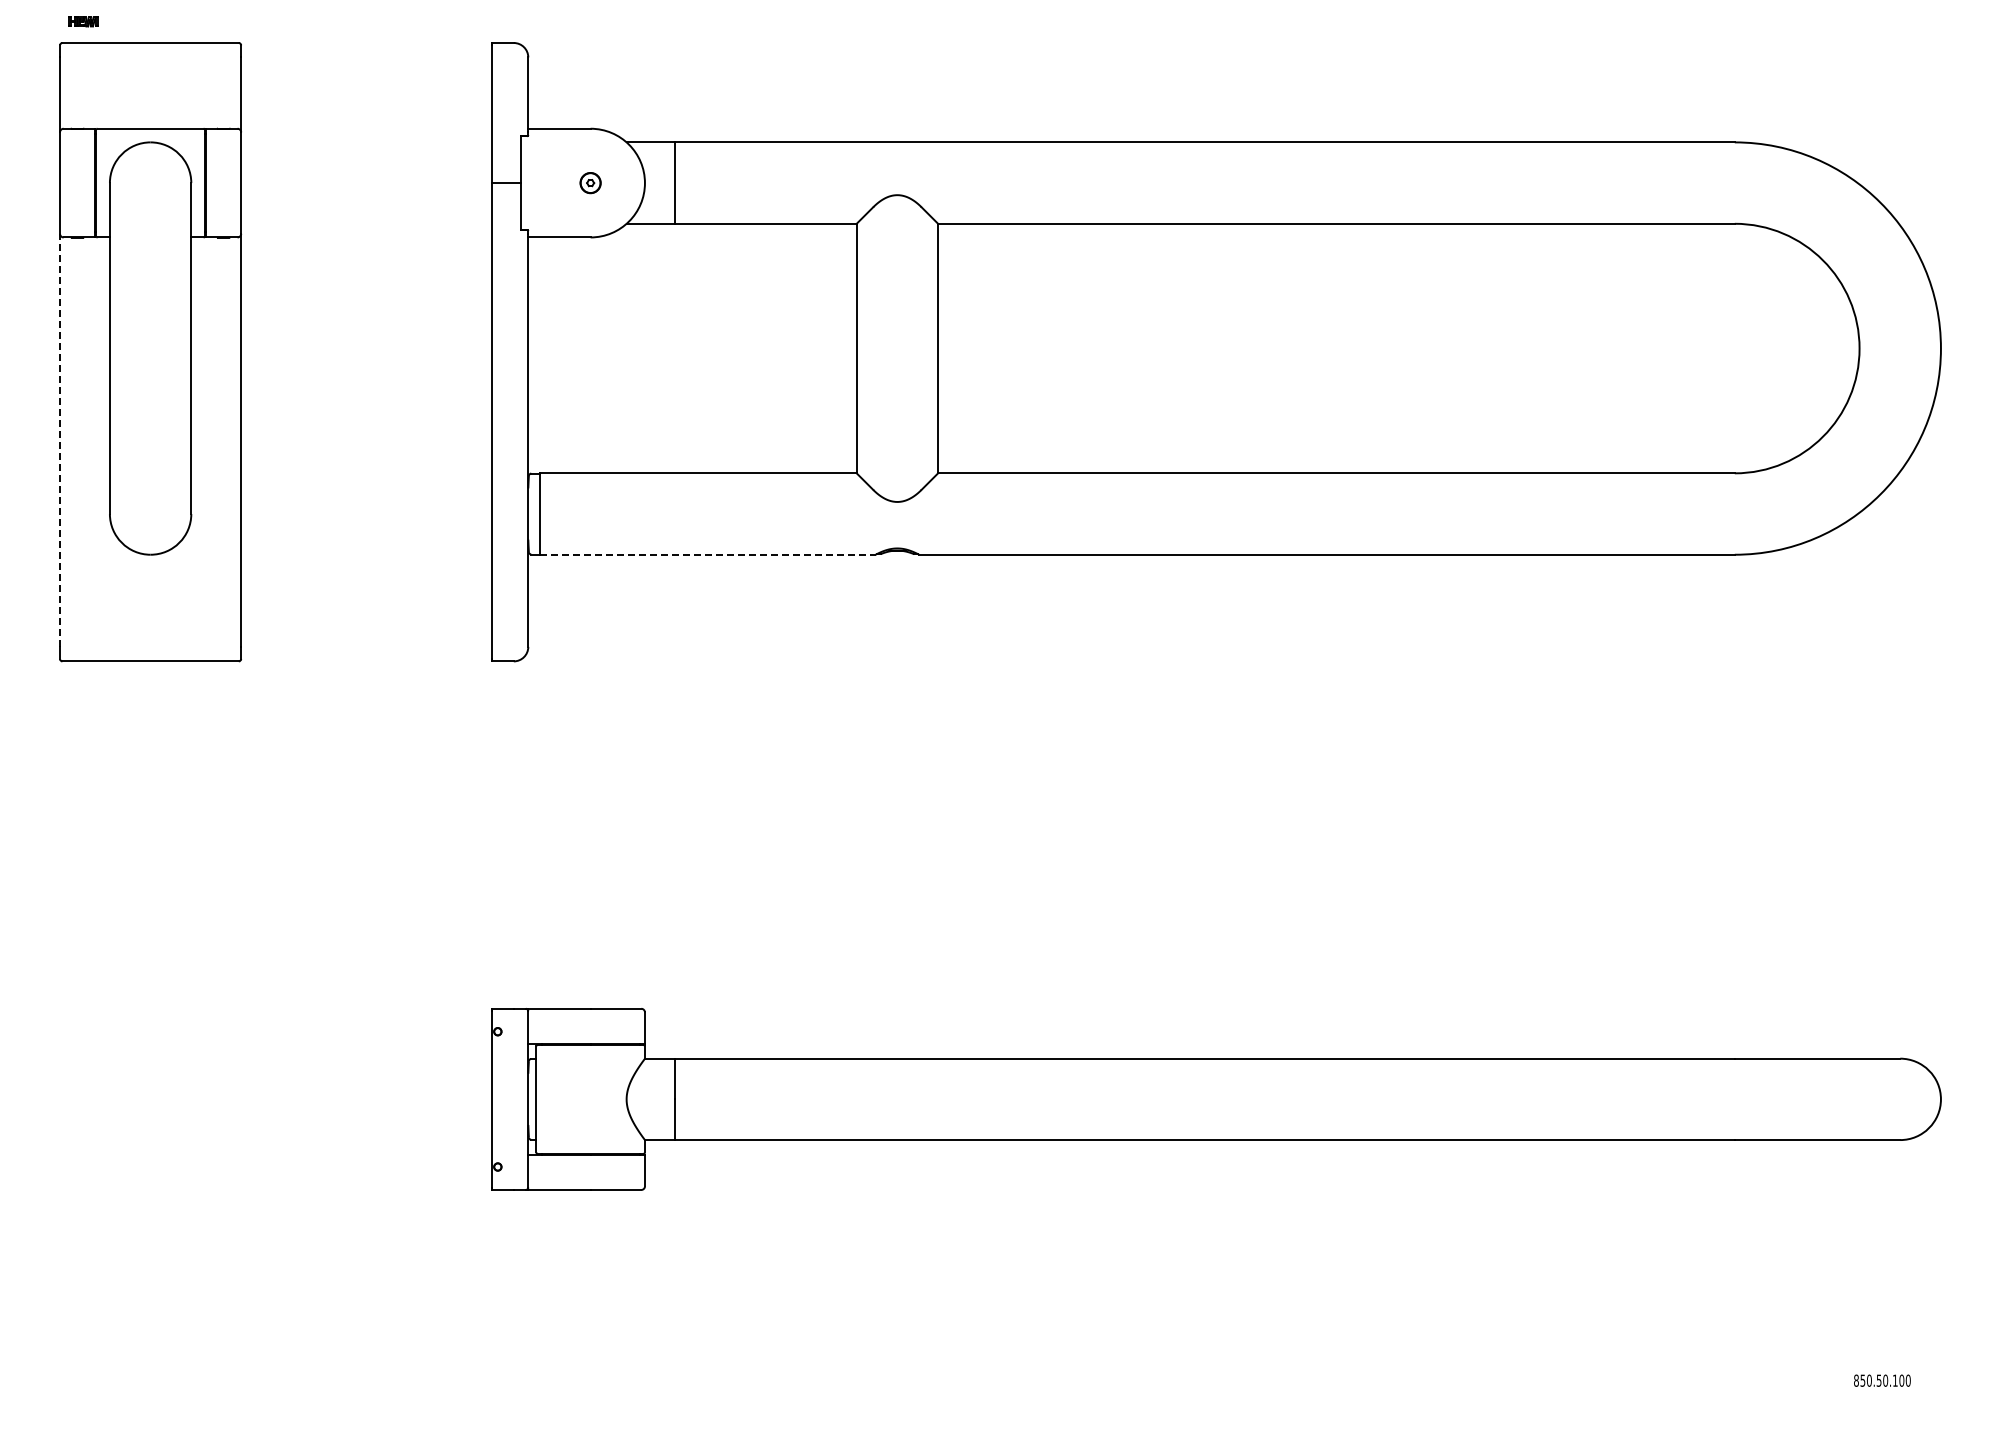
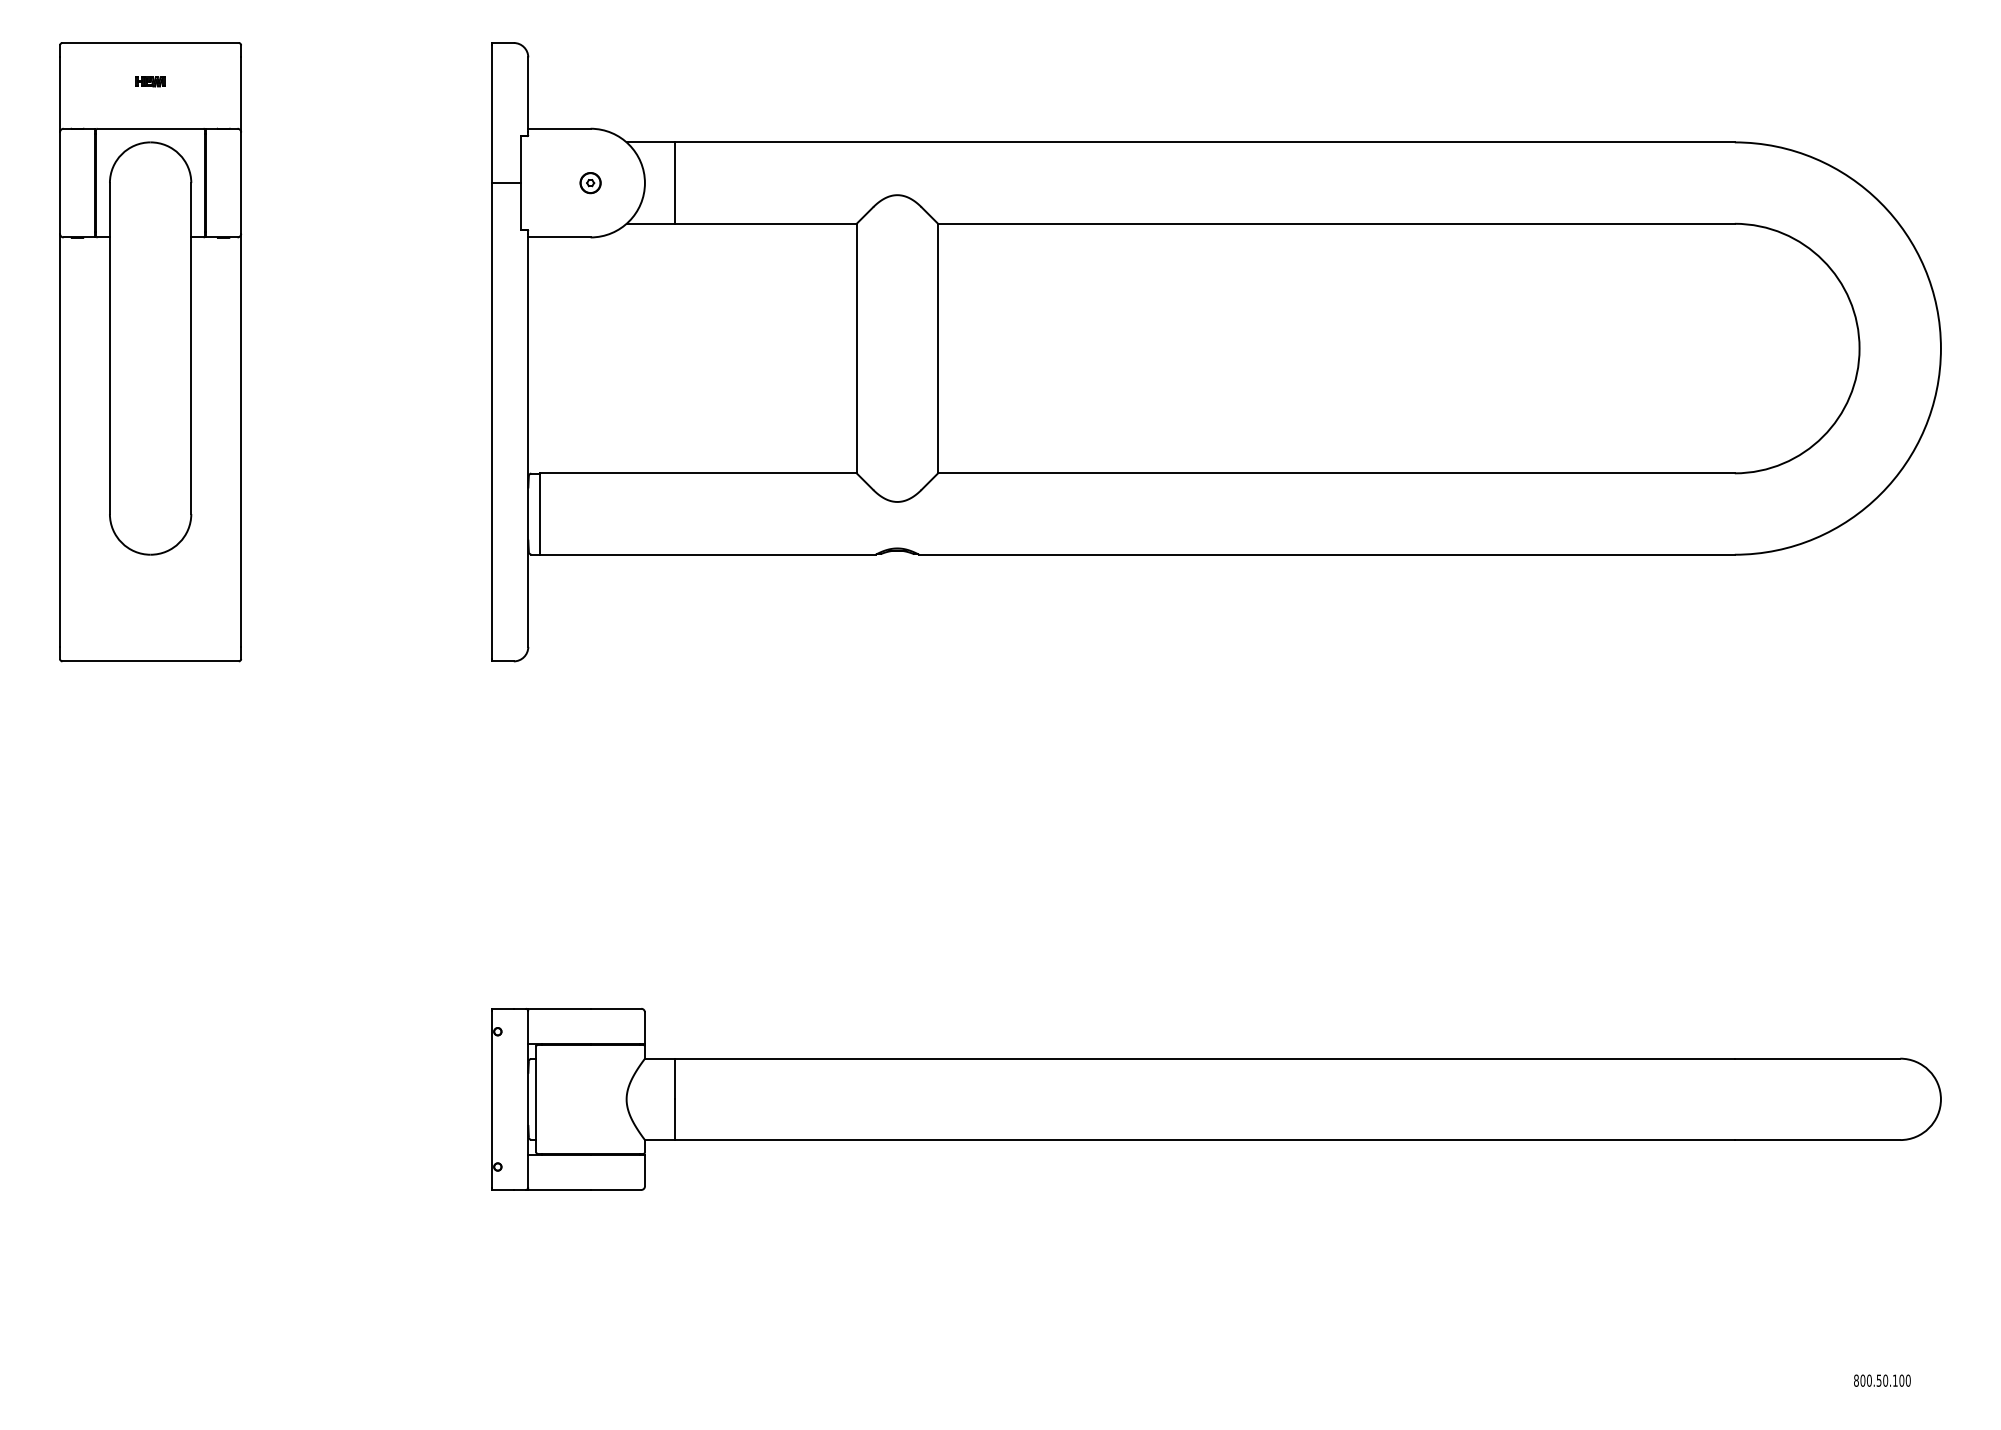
part at (83, 21) position: (83, 21) -> (150, 81)
line at (60, 440): dashed -> solid
line at (707, 554): dashed -> solid
text at (1862, 1380): 850.50.100 -> 800.50.100
